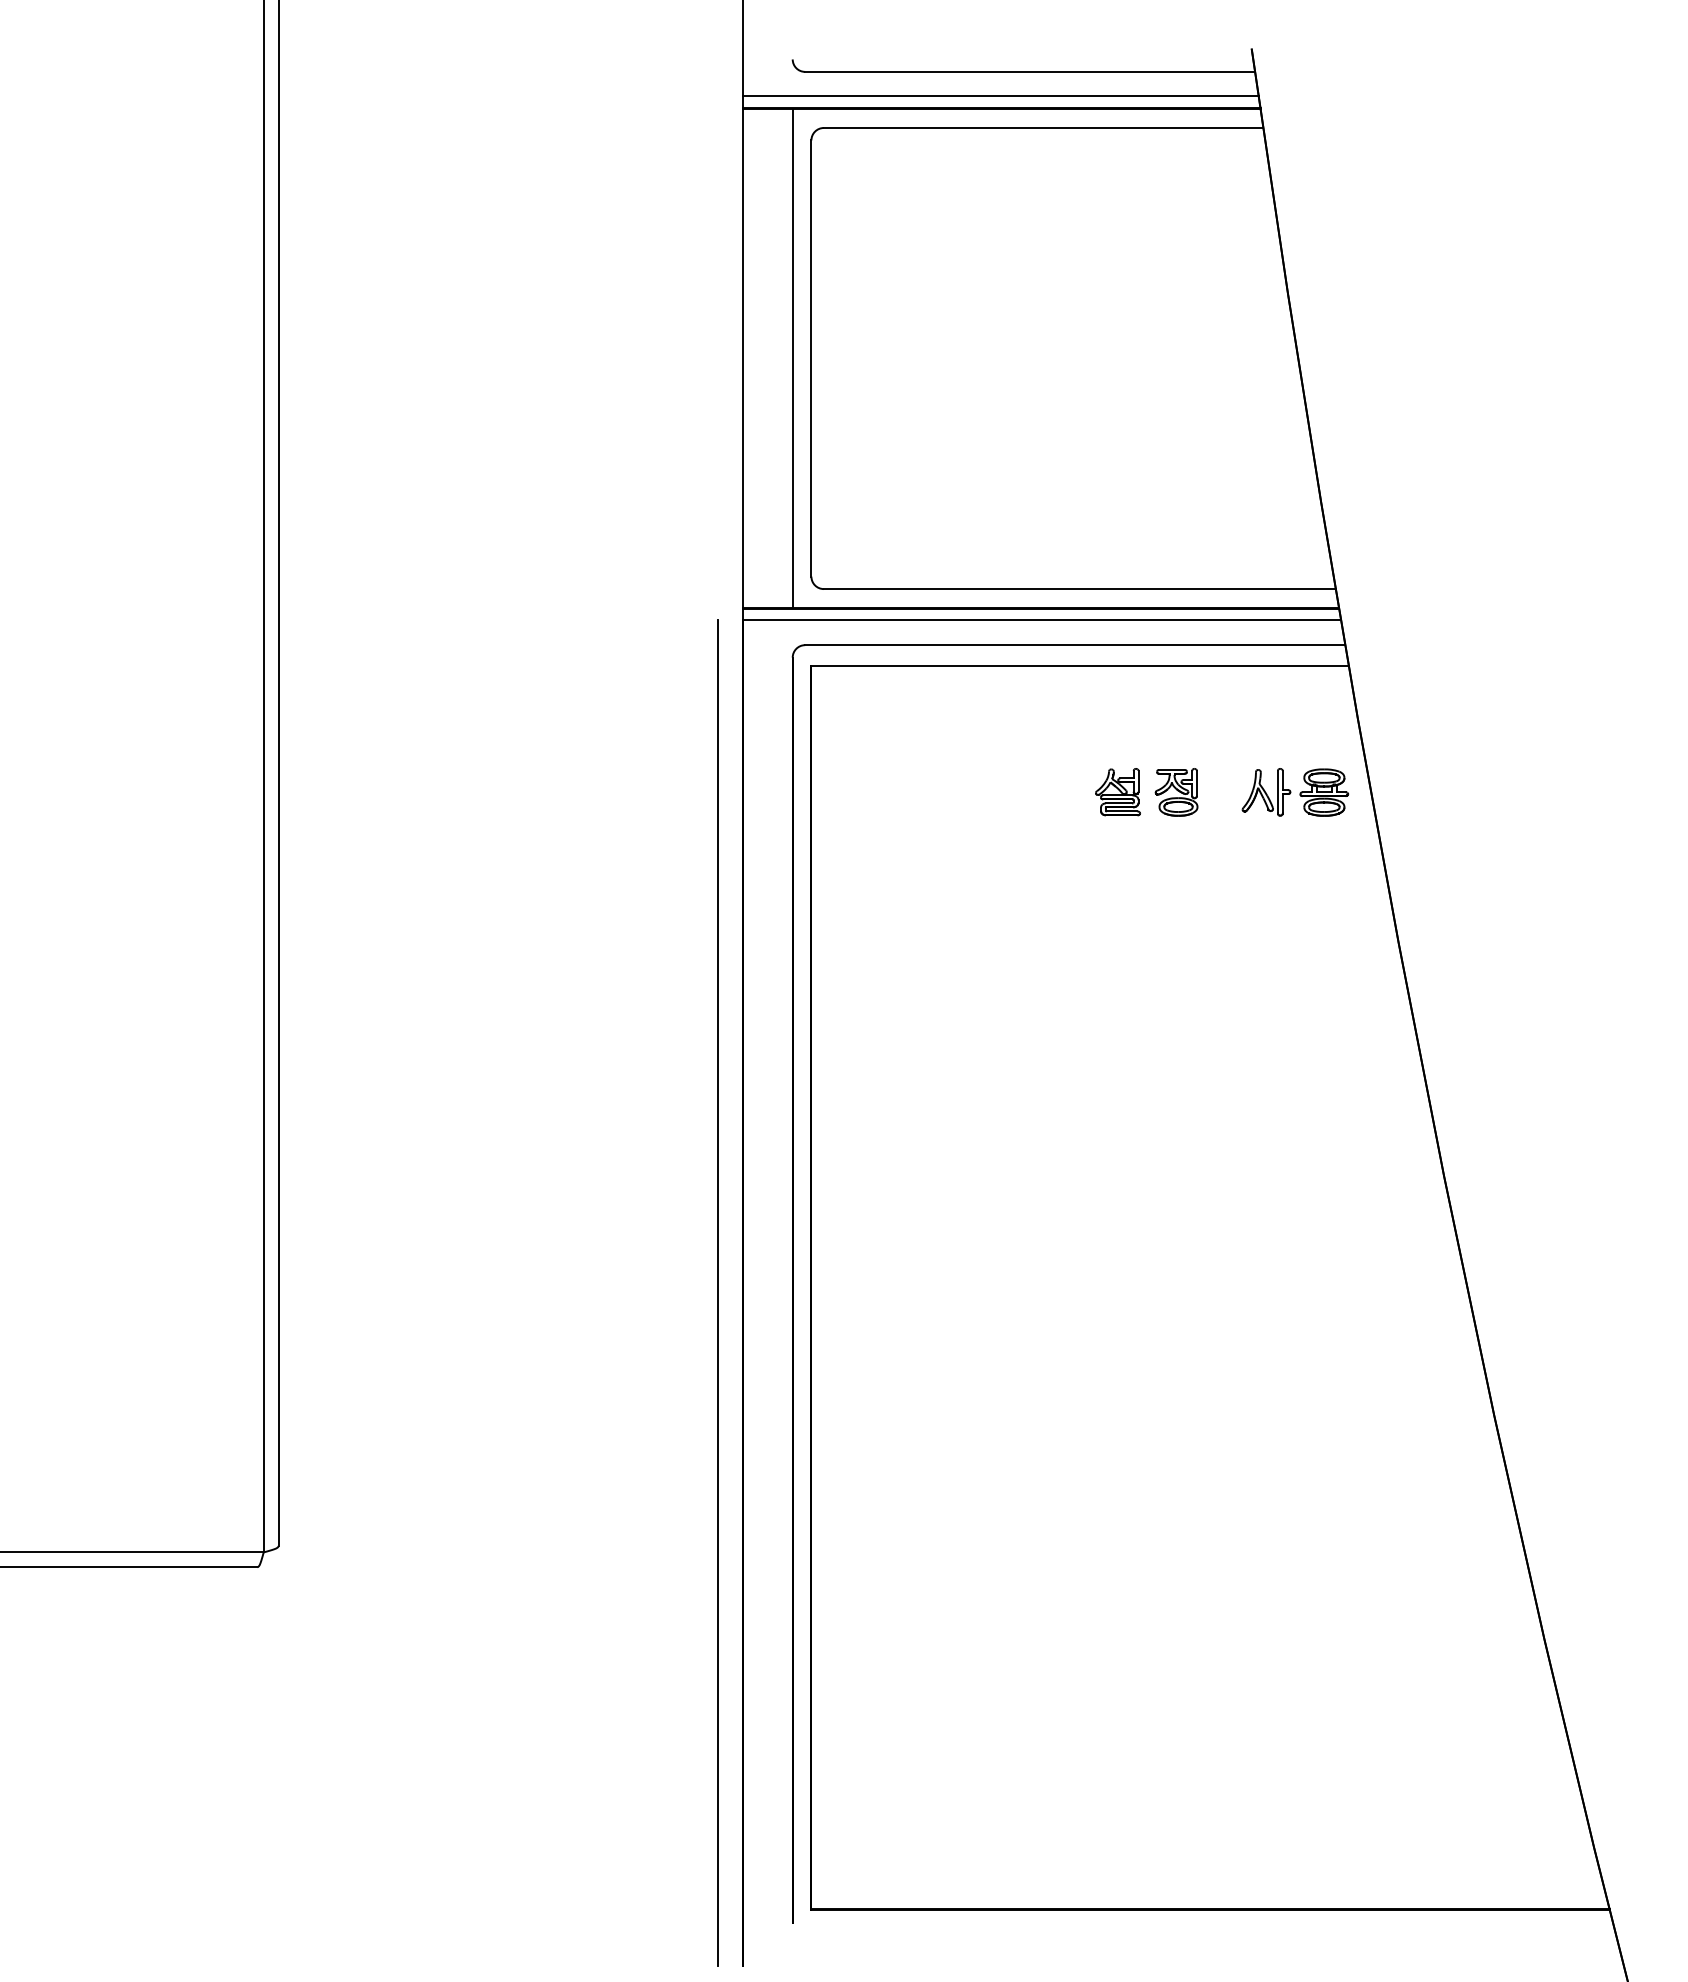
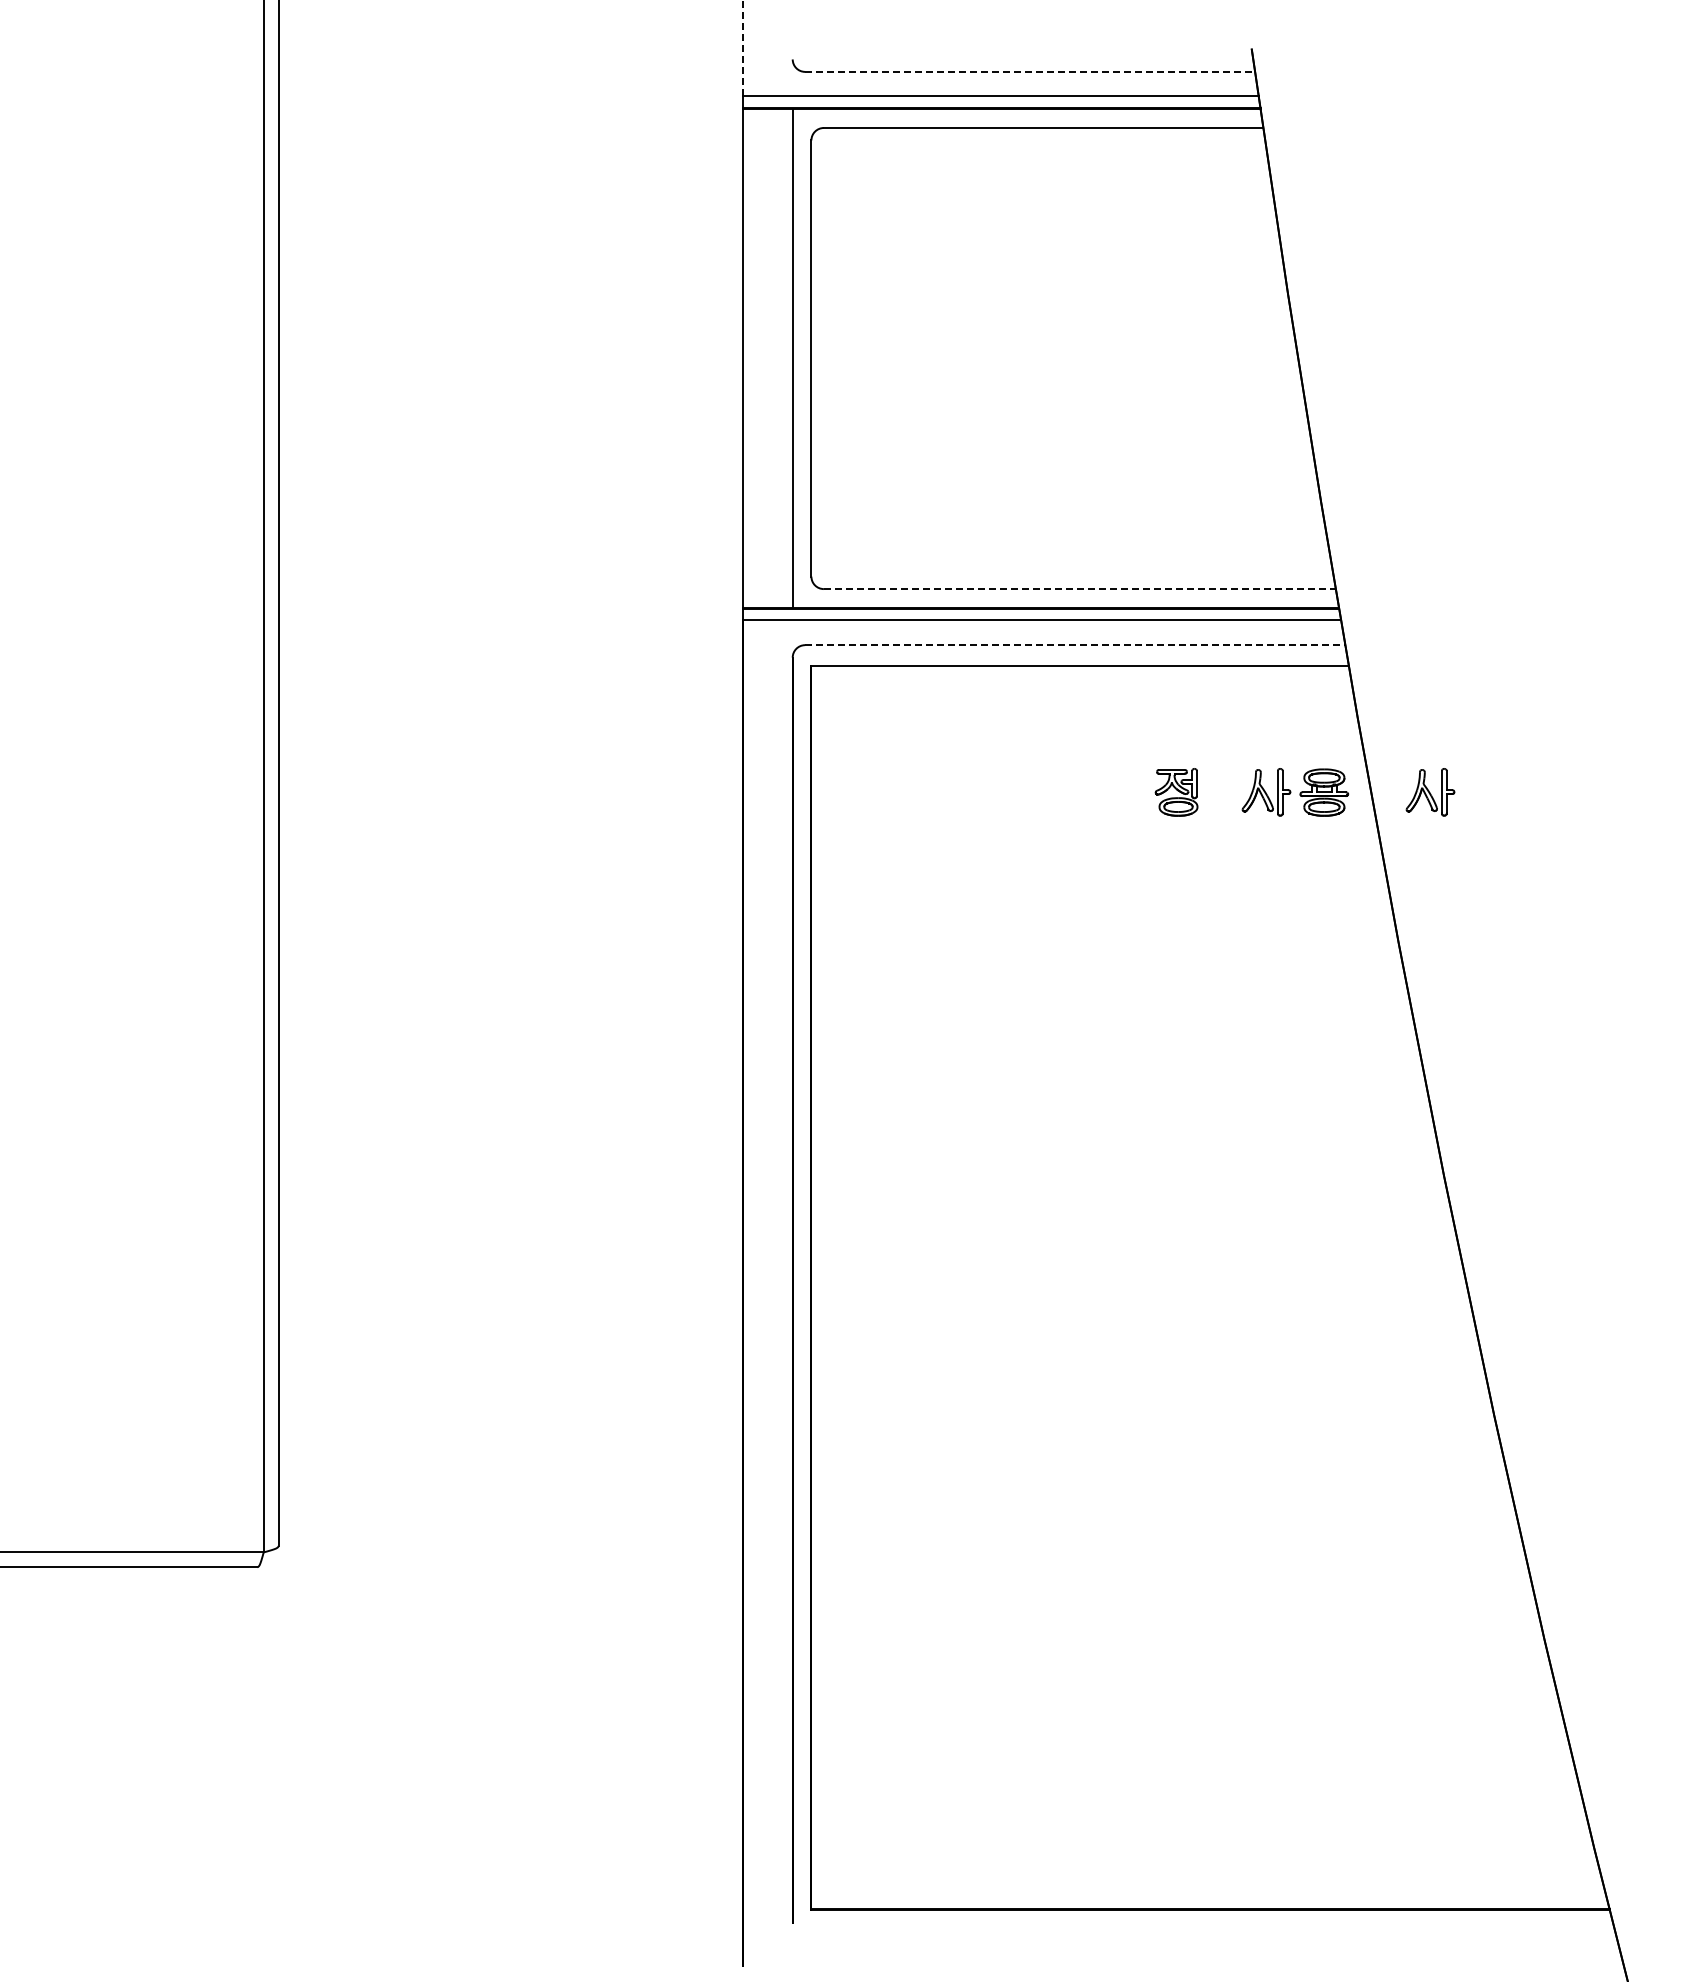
line at (742, 47): solid -> dashed
line at (1030, 71): solid -> dashed
line at (1080, 589): solid -> dashed
line at (1075, 645): solid -> dashed
part at (1117, 792): present -> none
part at (1430, 792): none -> present
line at (717, 1292): present -> none
